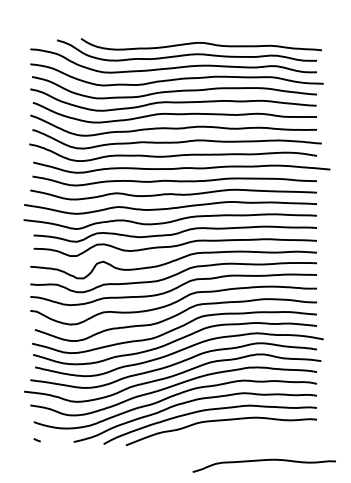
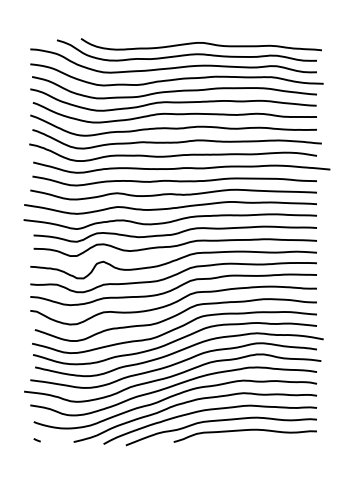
curve at (263, 461) position: (263, 461) -> (244, 431)
